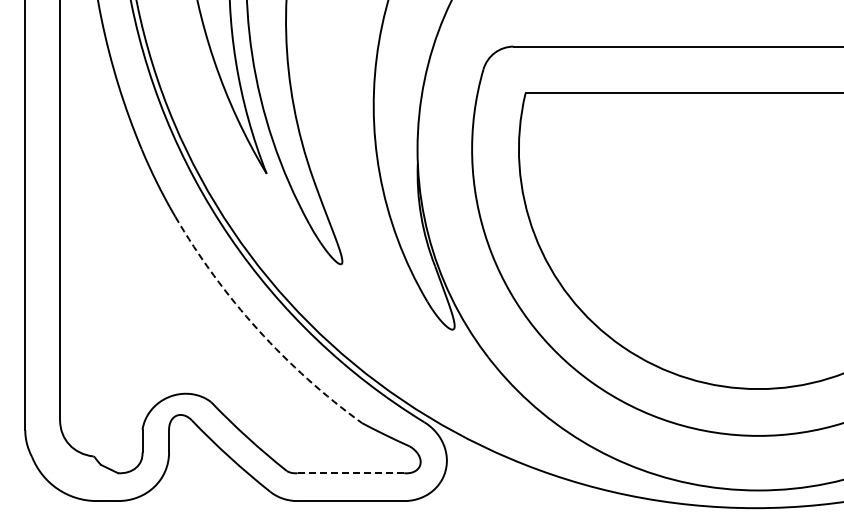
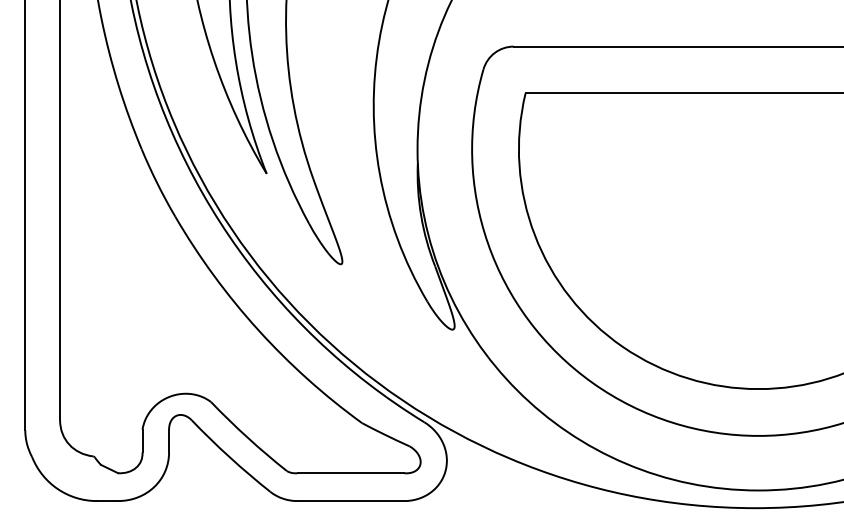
arc at (258, 329): dashed -> solid
line at (351, 473): dashed -> solid
